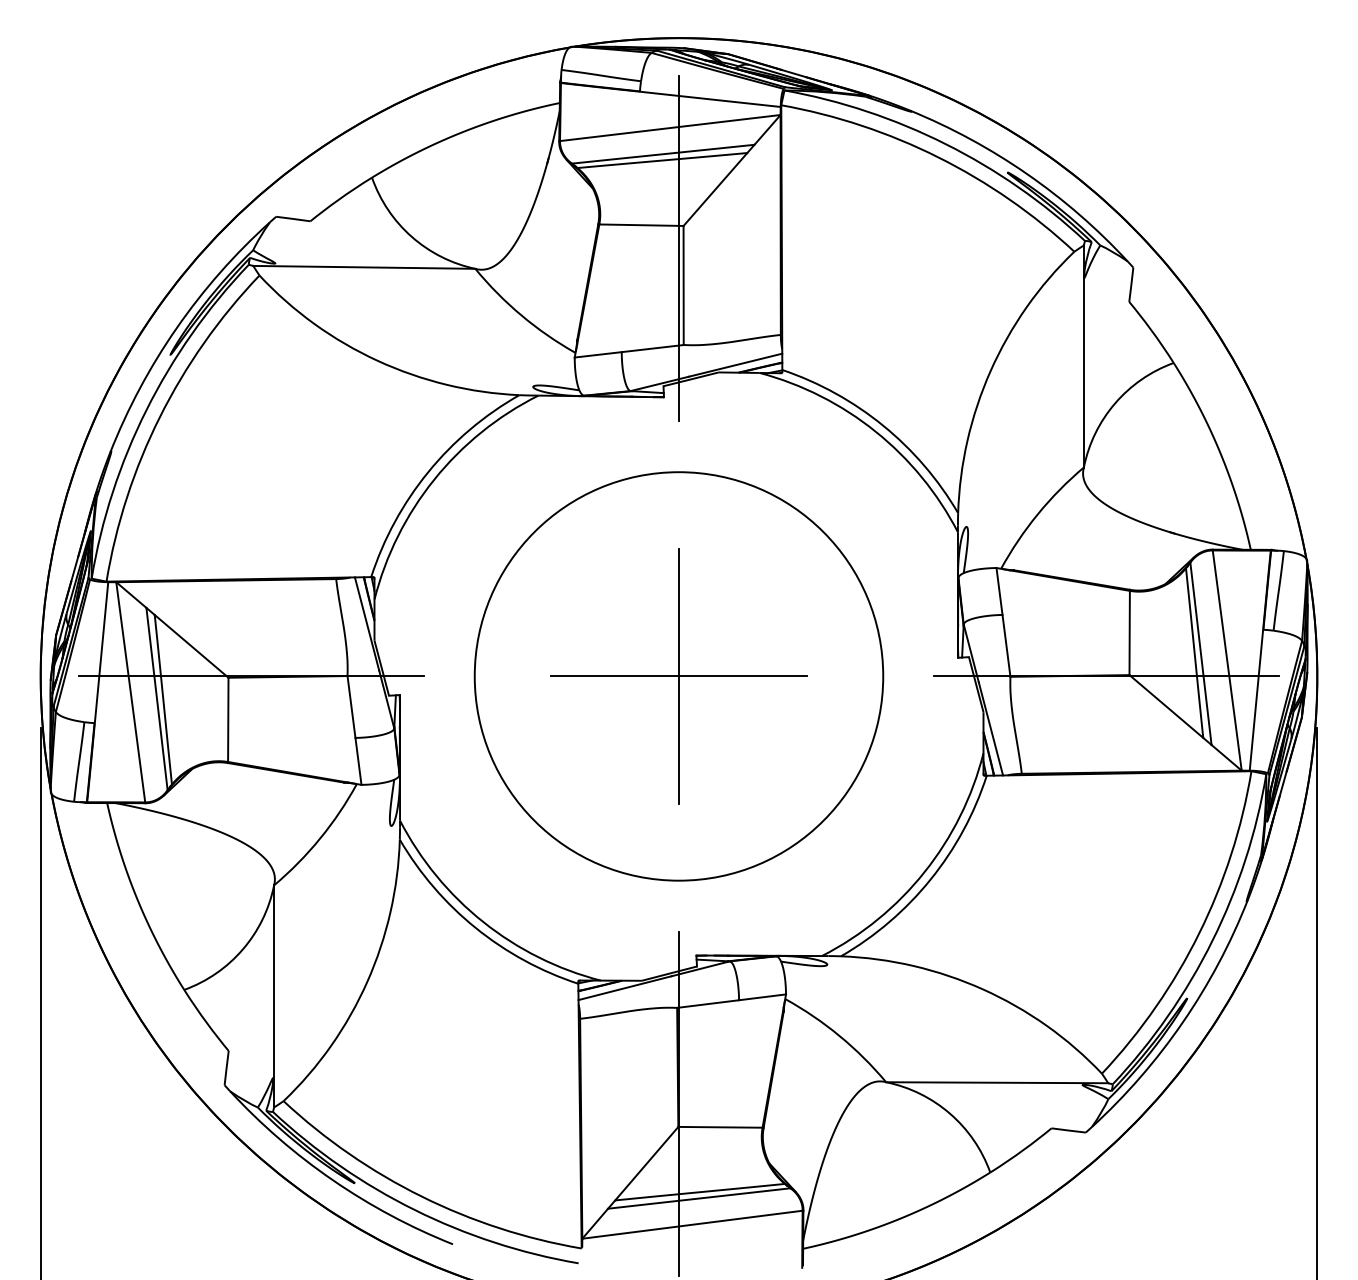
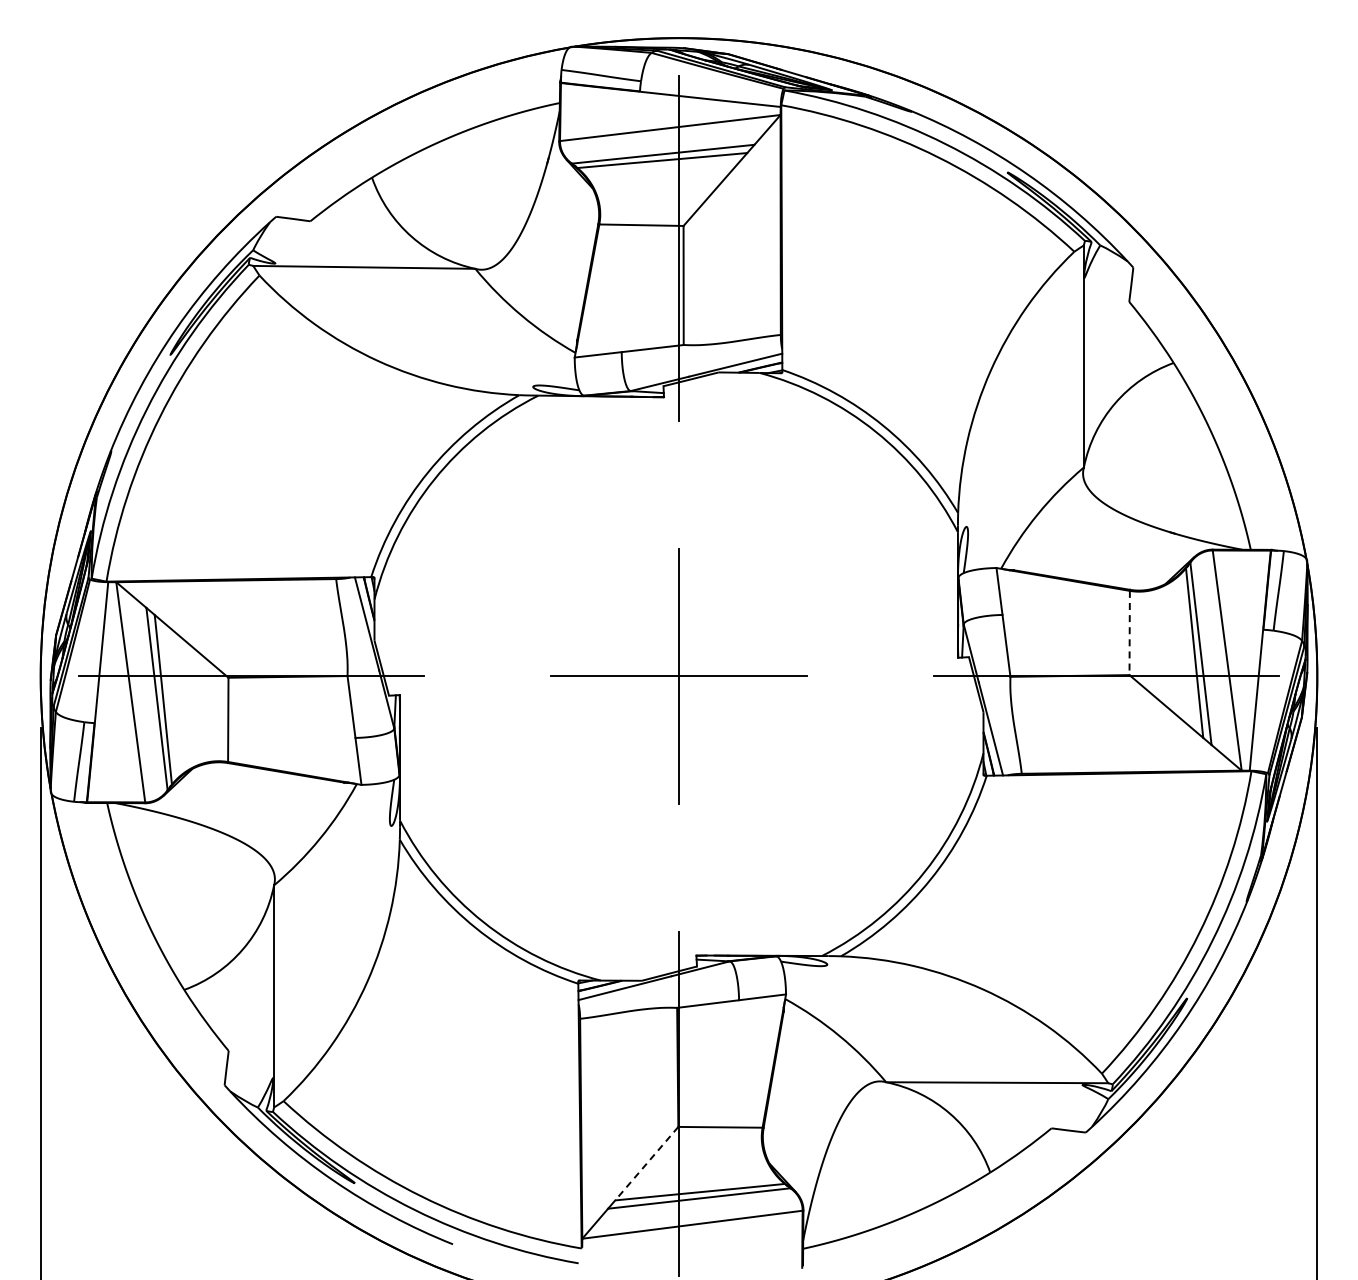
line at (1129, 633): solid -> dashed
circle at (678, 676): present -> none
line at (646, 1164): solid -> dashed
